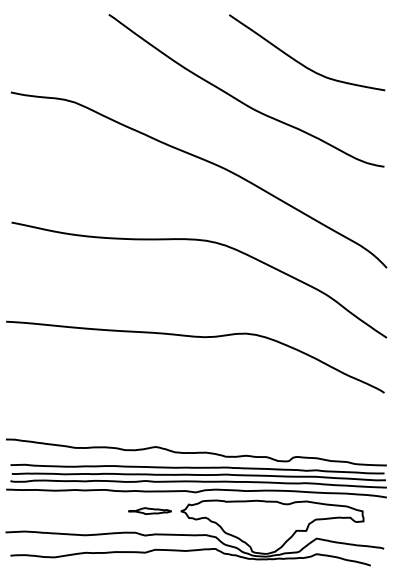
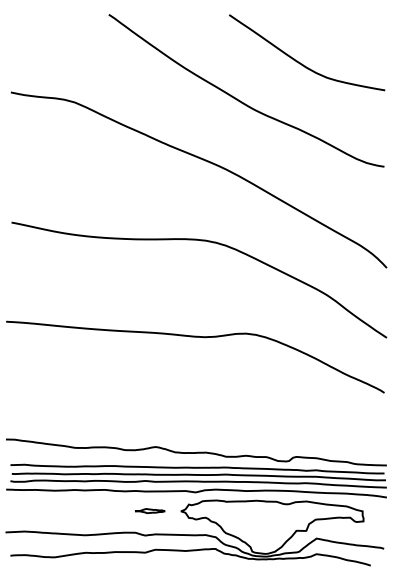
part at (149, 510) size: 44x8 px -> 31x6 px
